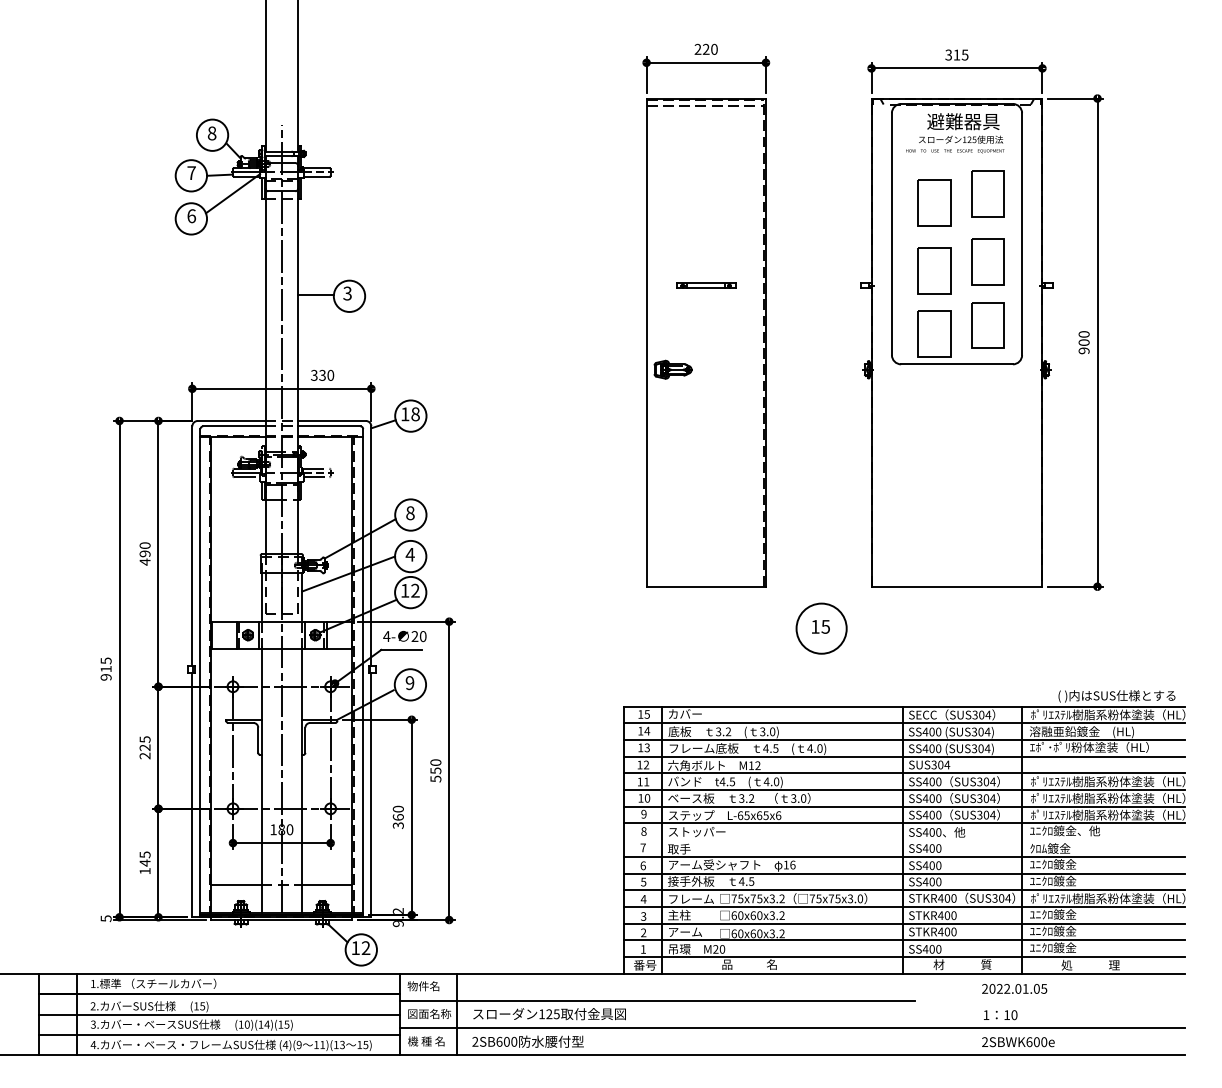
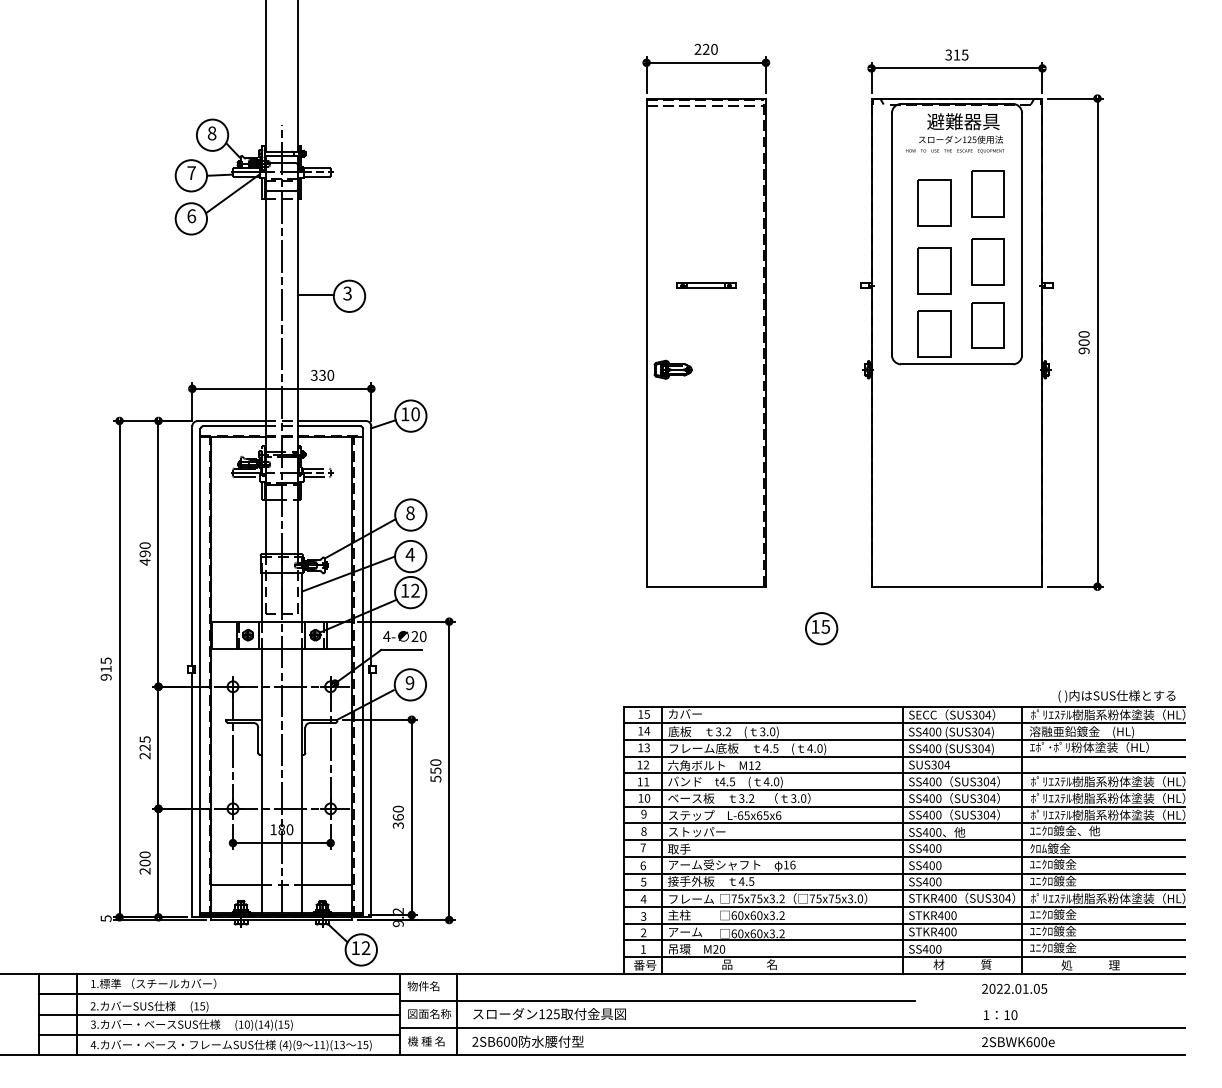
text at (415, 413): 18 -> 10
circle at (821, 628) diameter: 50 px -> 31 px
line at (904, 840): none -> present
text at (144, 862): 145 -> 200
